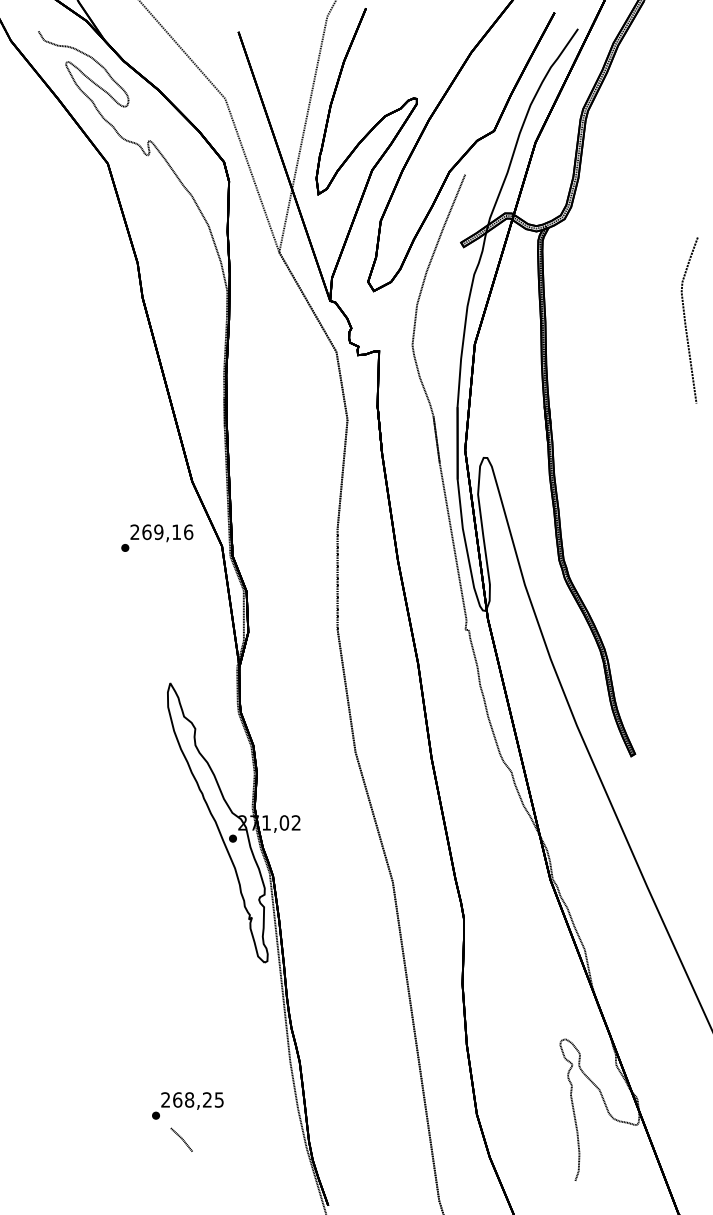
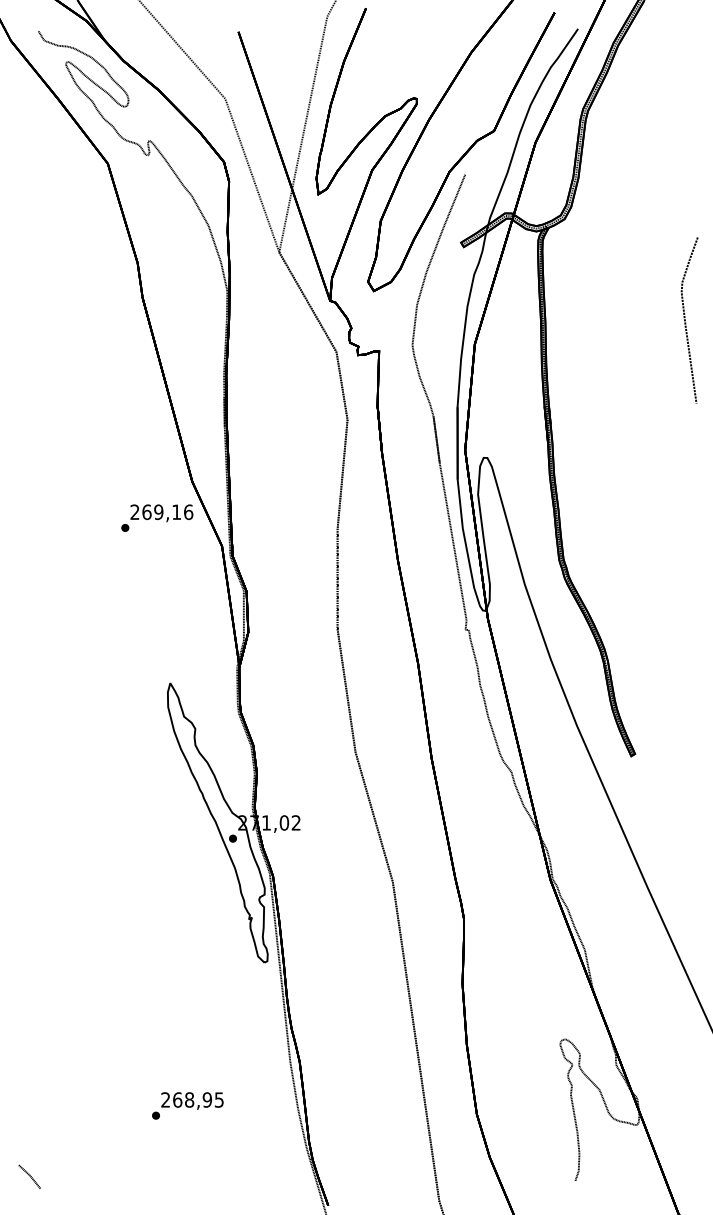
text at (157, 537) position: (157, 537) -> (157, 517)
text at (207, 1099): 268,25 -> 268,95
line at (181, 1139) position: (181, 1139) -> (29, 1176)
